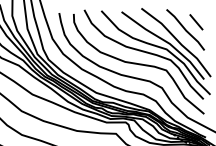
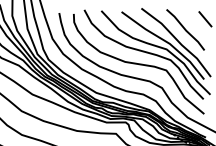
line at (196, 22) position: (196, 22) -> (205, 19)
